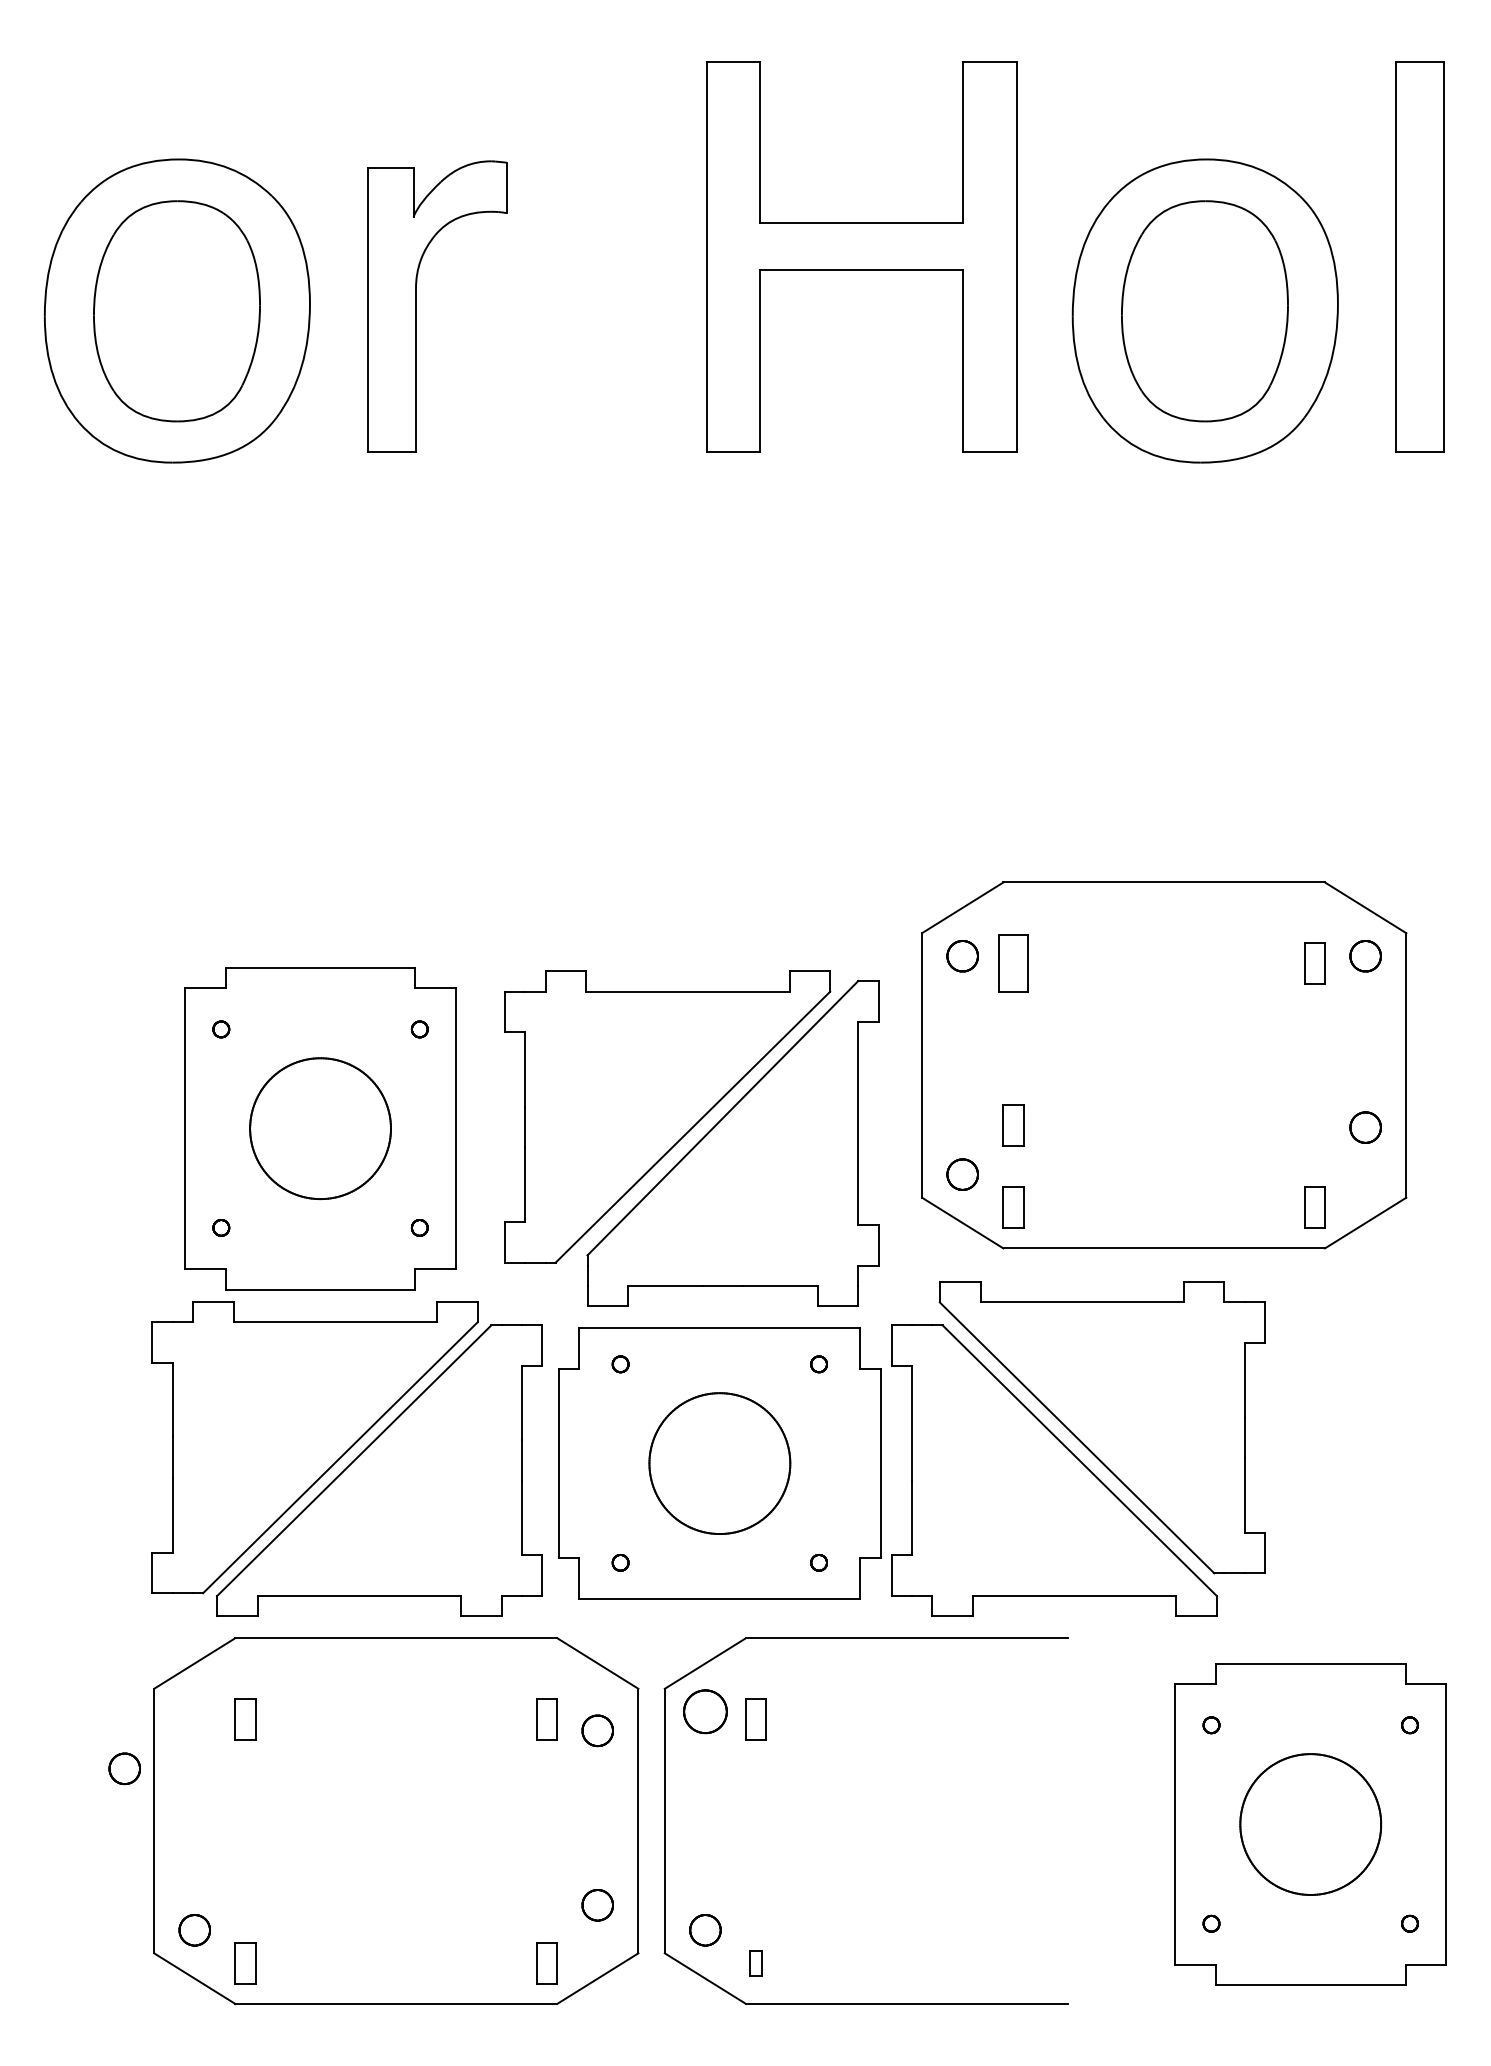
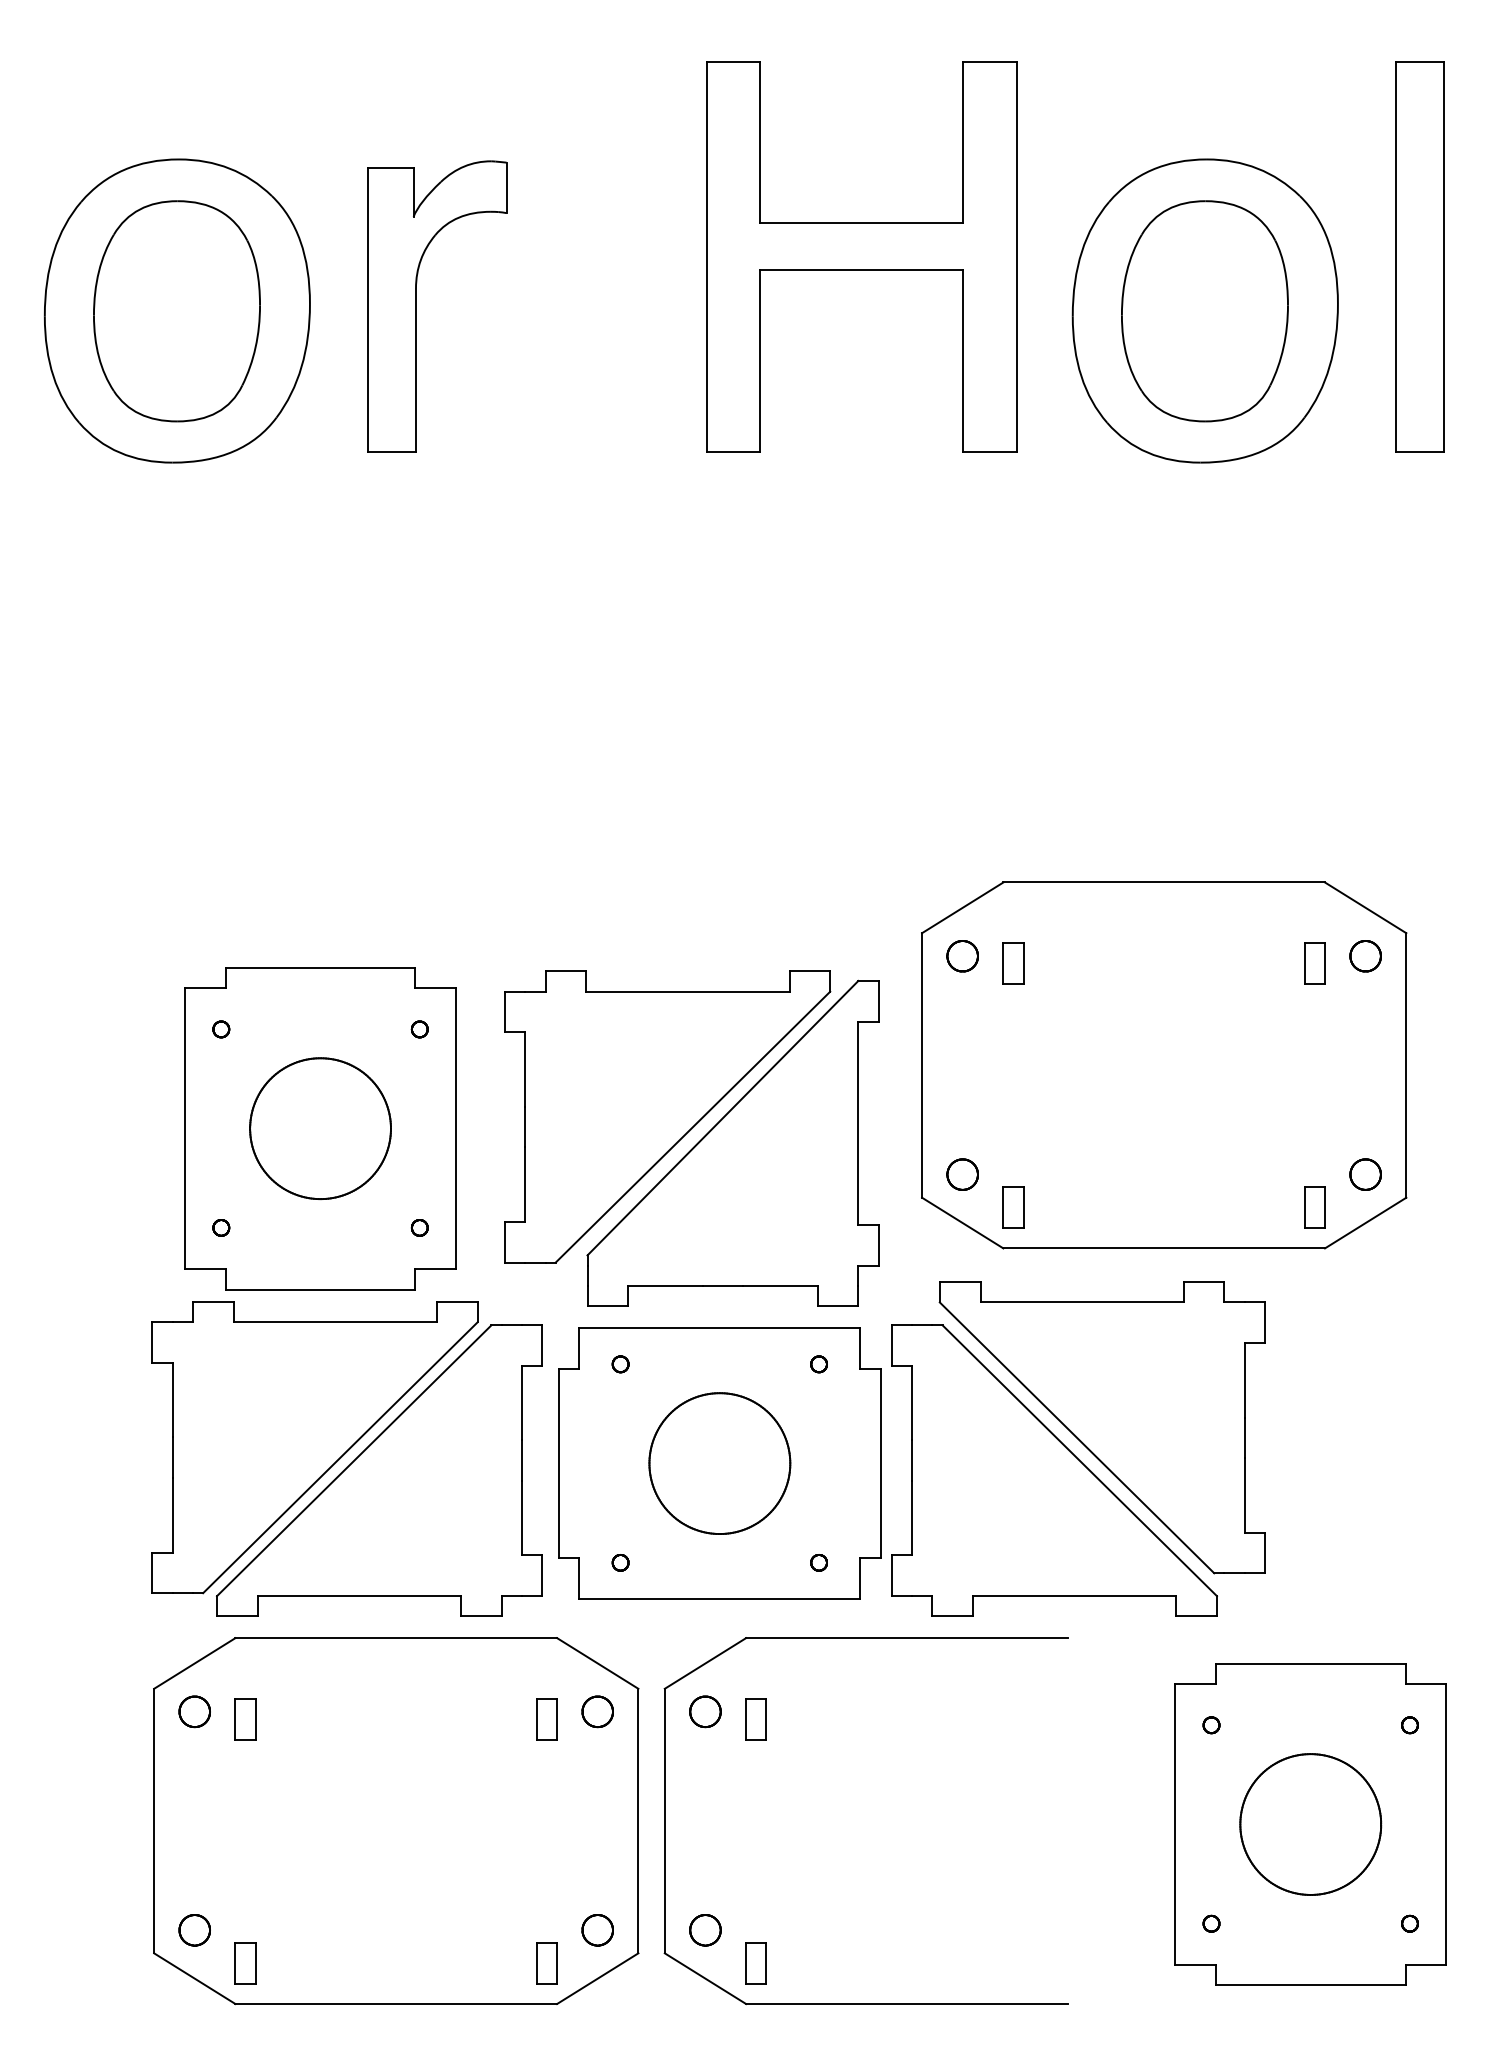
part at (1013, 963) size: 31x59 px -> 23x43 px
part at (1013, 1125): present -> none
part at (1365, 1127) position: (1365, 1127) -> (1365, 1174)
part at (705, 1711) size: 45x46 px -> 33x34 px
part at (597, 1730) position: (597, 1730) -> (597, 1711)
part at (124, 1768) position: (124, 1768) -> (194, 1711)
part at (597, 1905) position: (597, 1905) -> (597, 1930)
part at (755, 1963) size: 14x27 px -> 22x43 px
